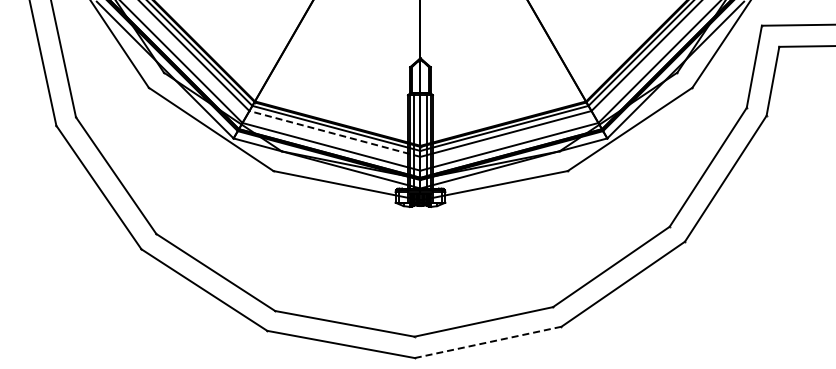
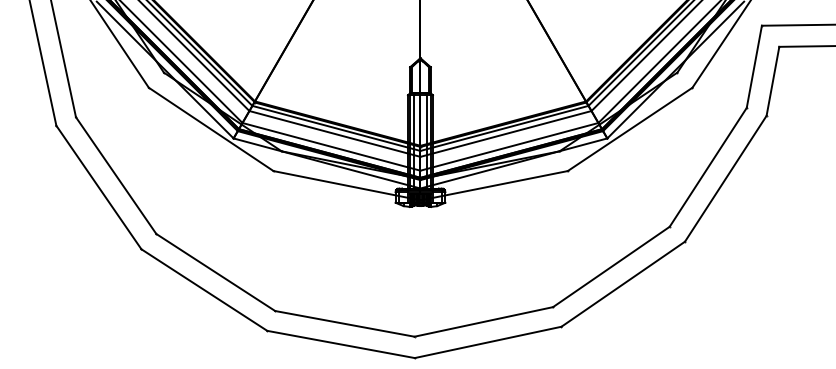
line at (334, 133): dashed -> solid
line at (488, 342): dashed -> solid
